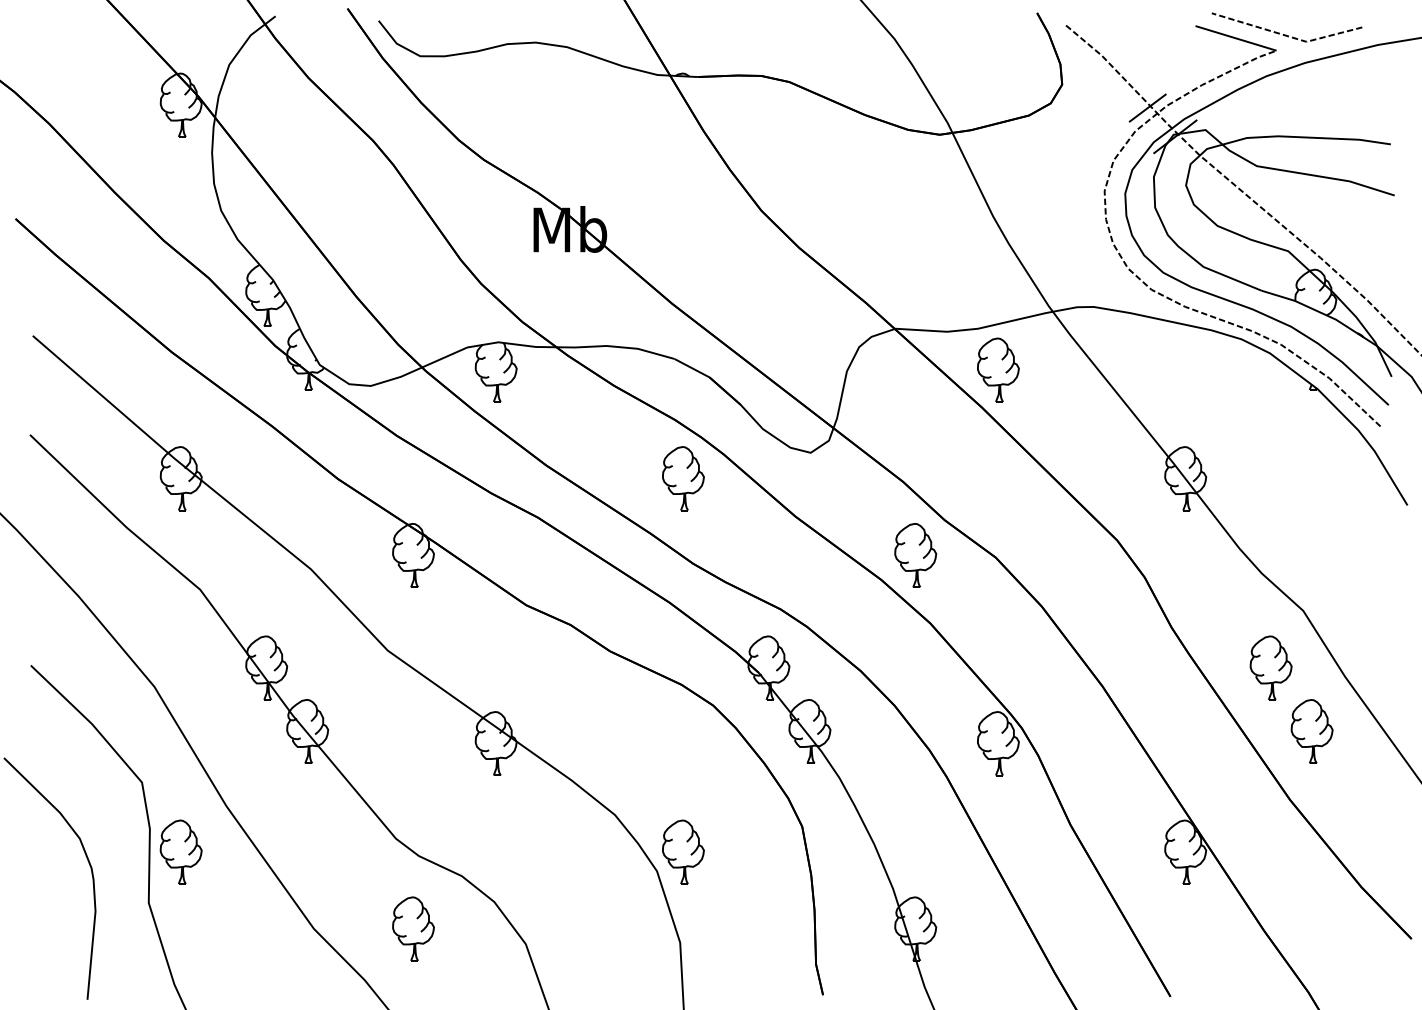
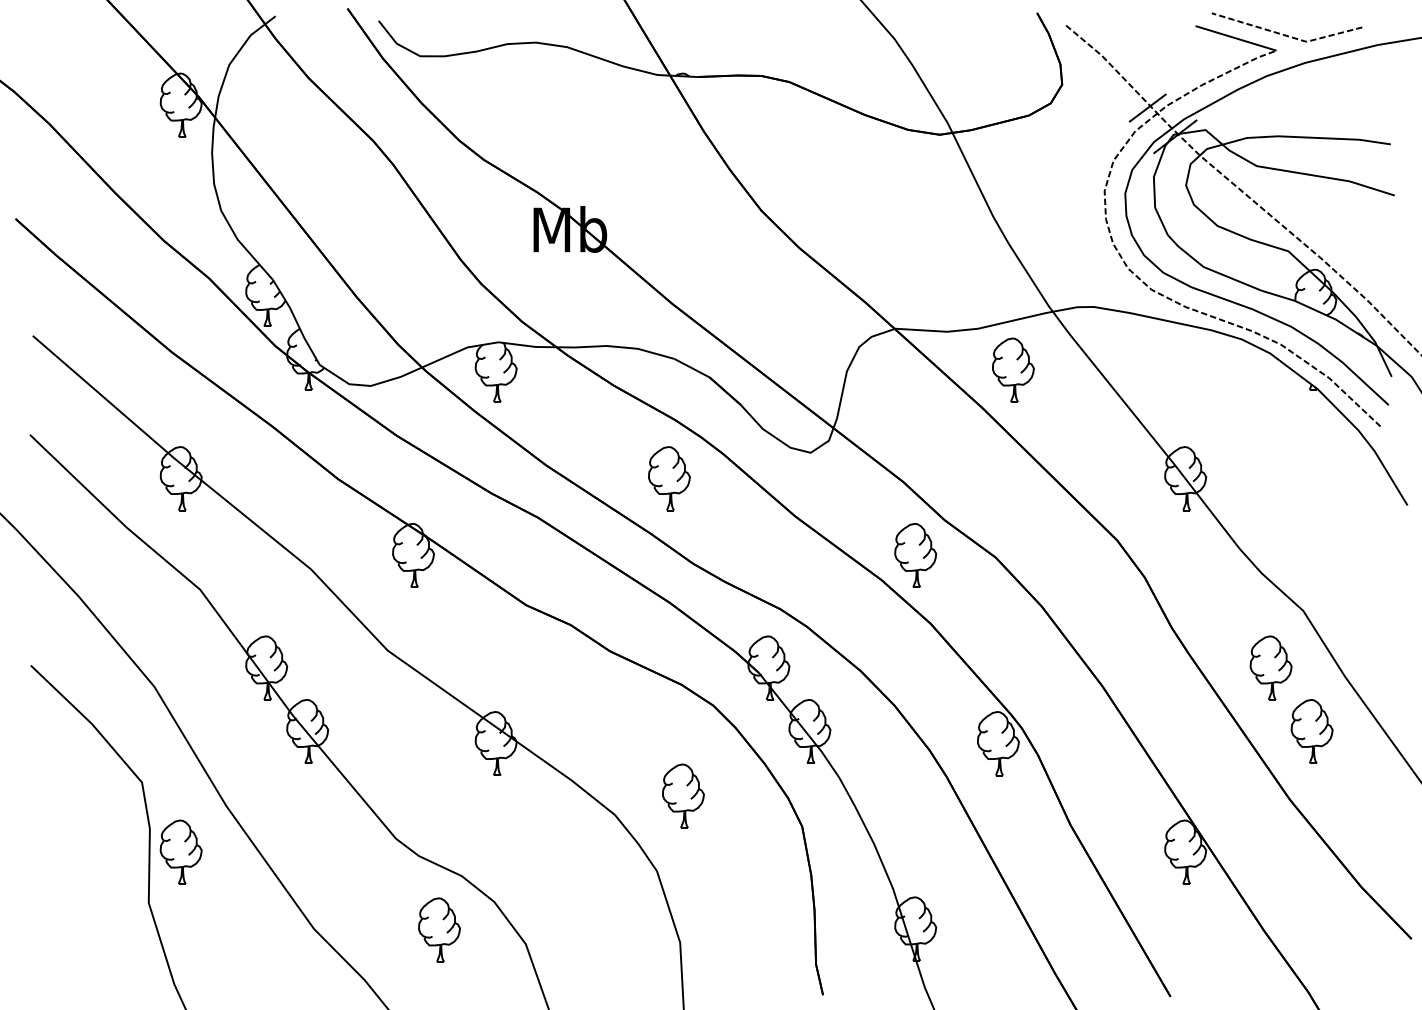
part at (998, 369) position: (998, 369) -> (1013, 369)
part at (683, 478) position: (683, 478) -> (669, 478)
part at (683, 851) position: (683, 851) -> (683, 795)
curve at (87, 861): present -> none
part at (413, 928) position: (413, 928) -> (439, 929)
